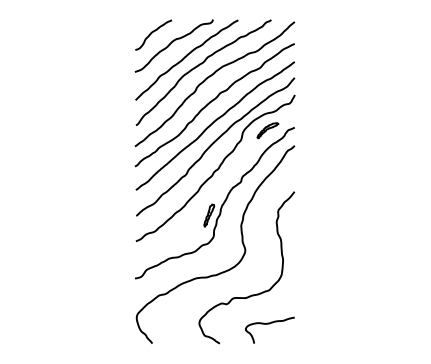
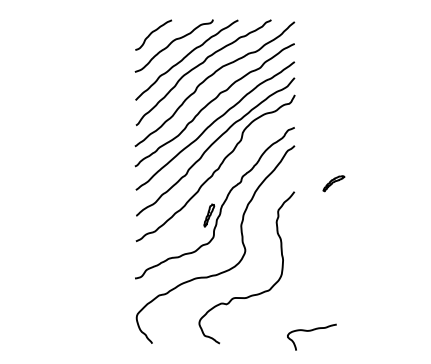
part at (267, 130) position: (267, 130) -> (333, 183)
curve at (269, 324) position: (269, 324) -> (311, 331)
